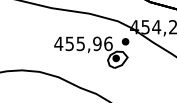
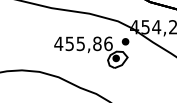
text at (97, 43): 455,96 -> 455,86
